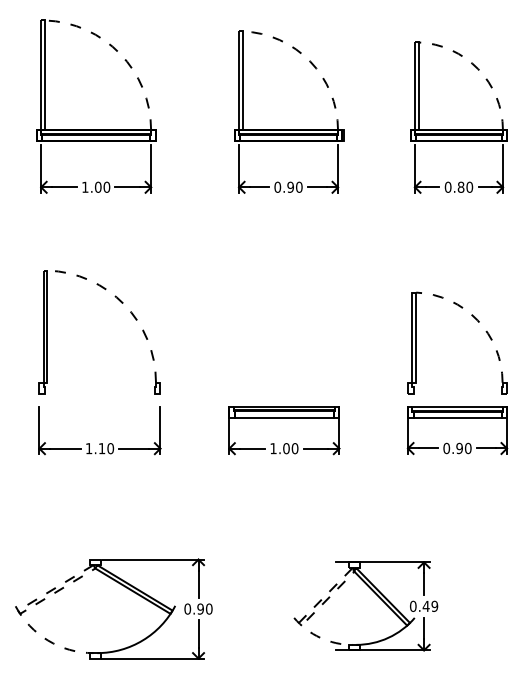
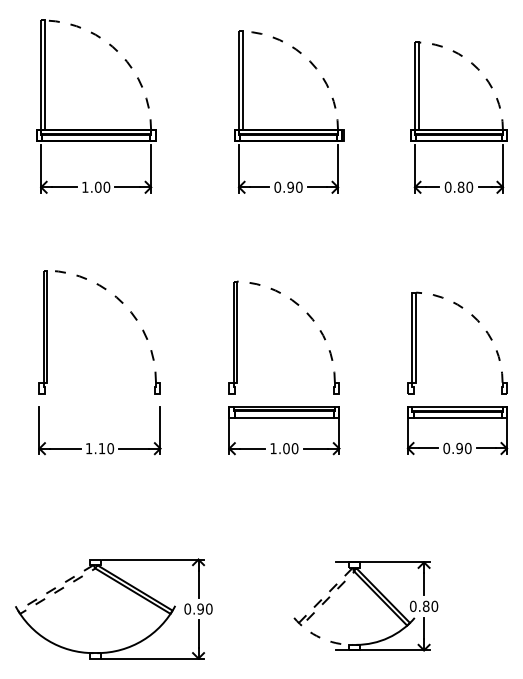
part at (307, 315): none -> present
text at (429, 605): 0.49 -> 0.80
arc at (48, 640): dashed -> solid
